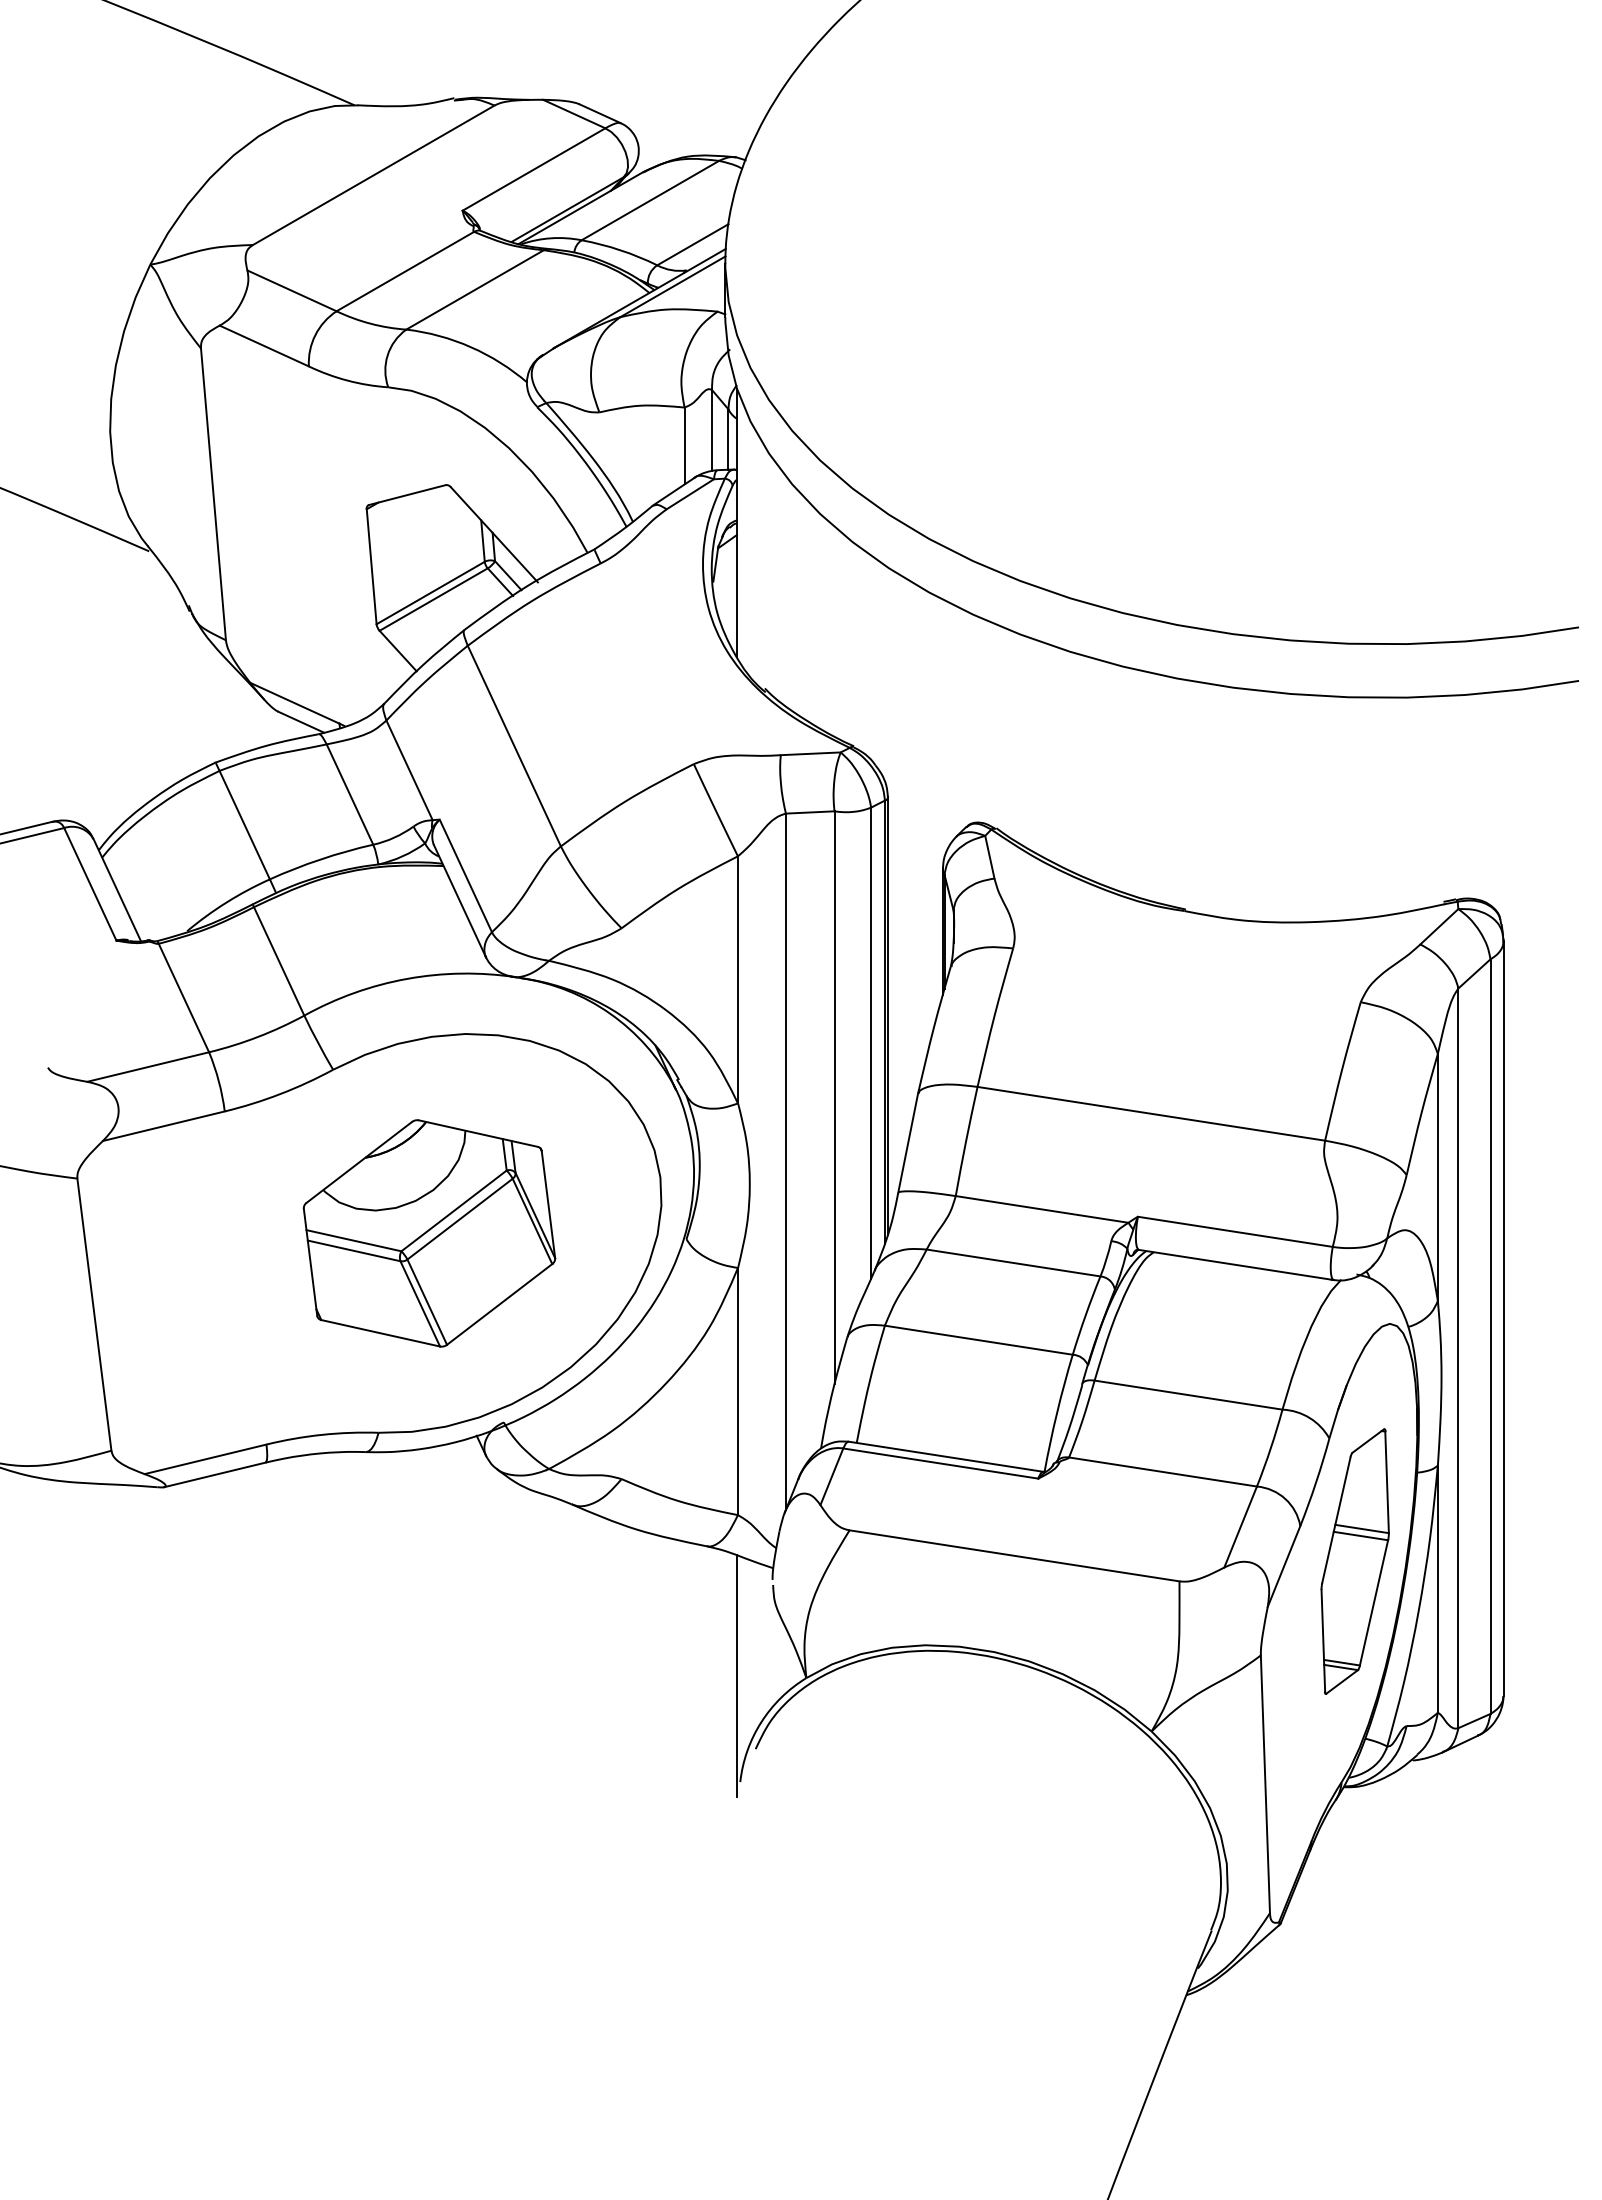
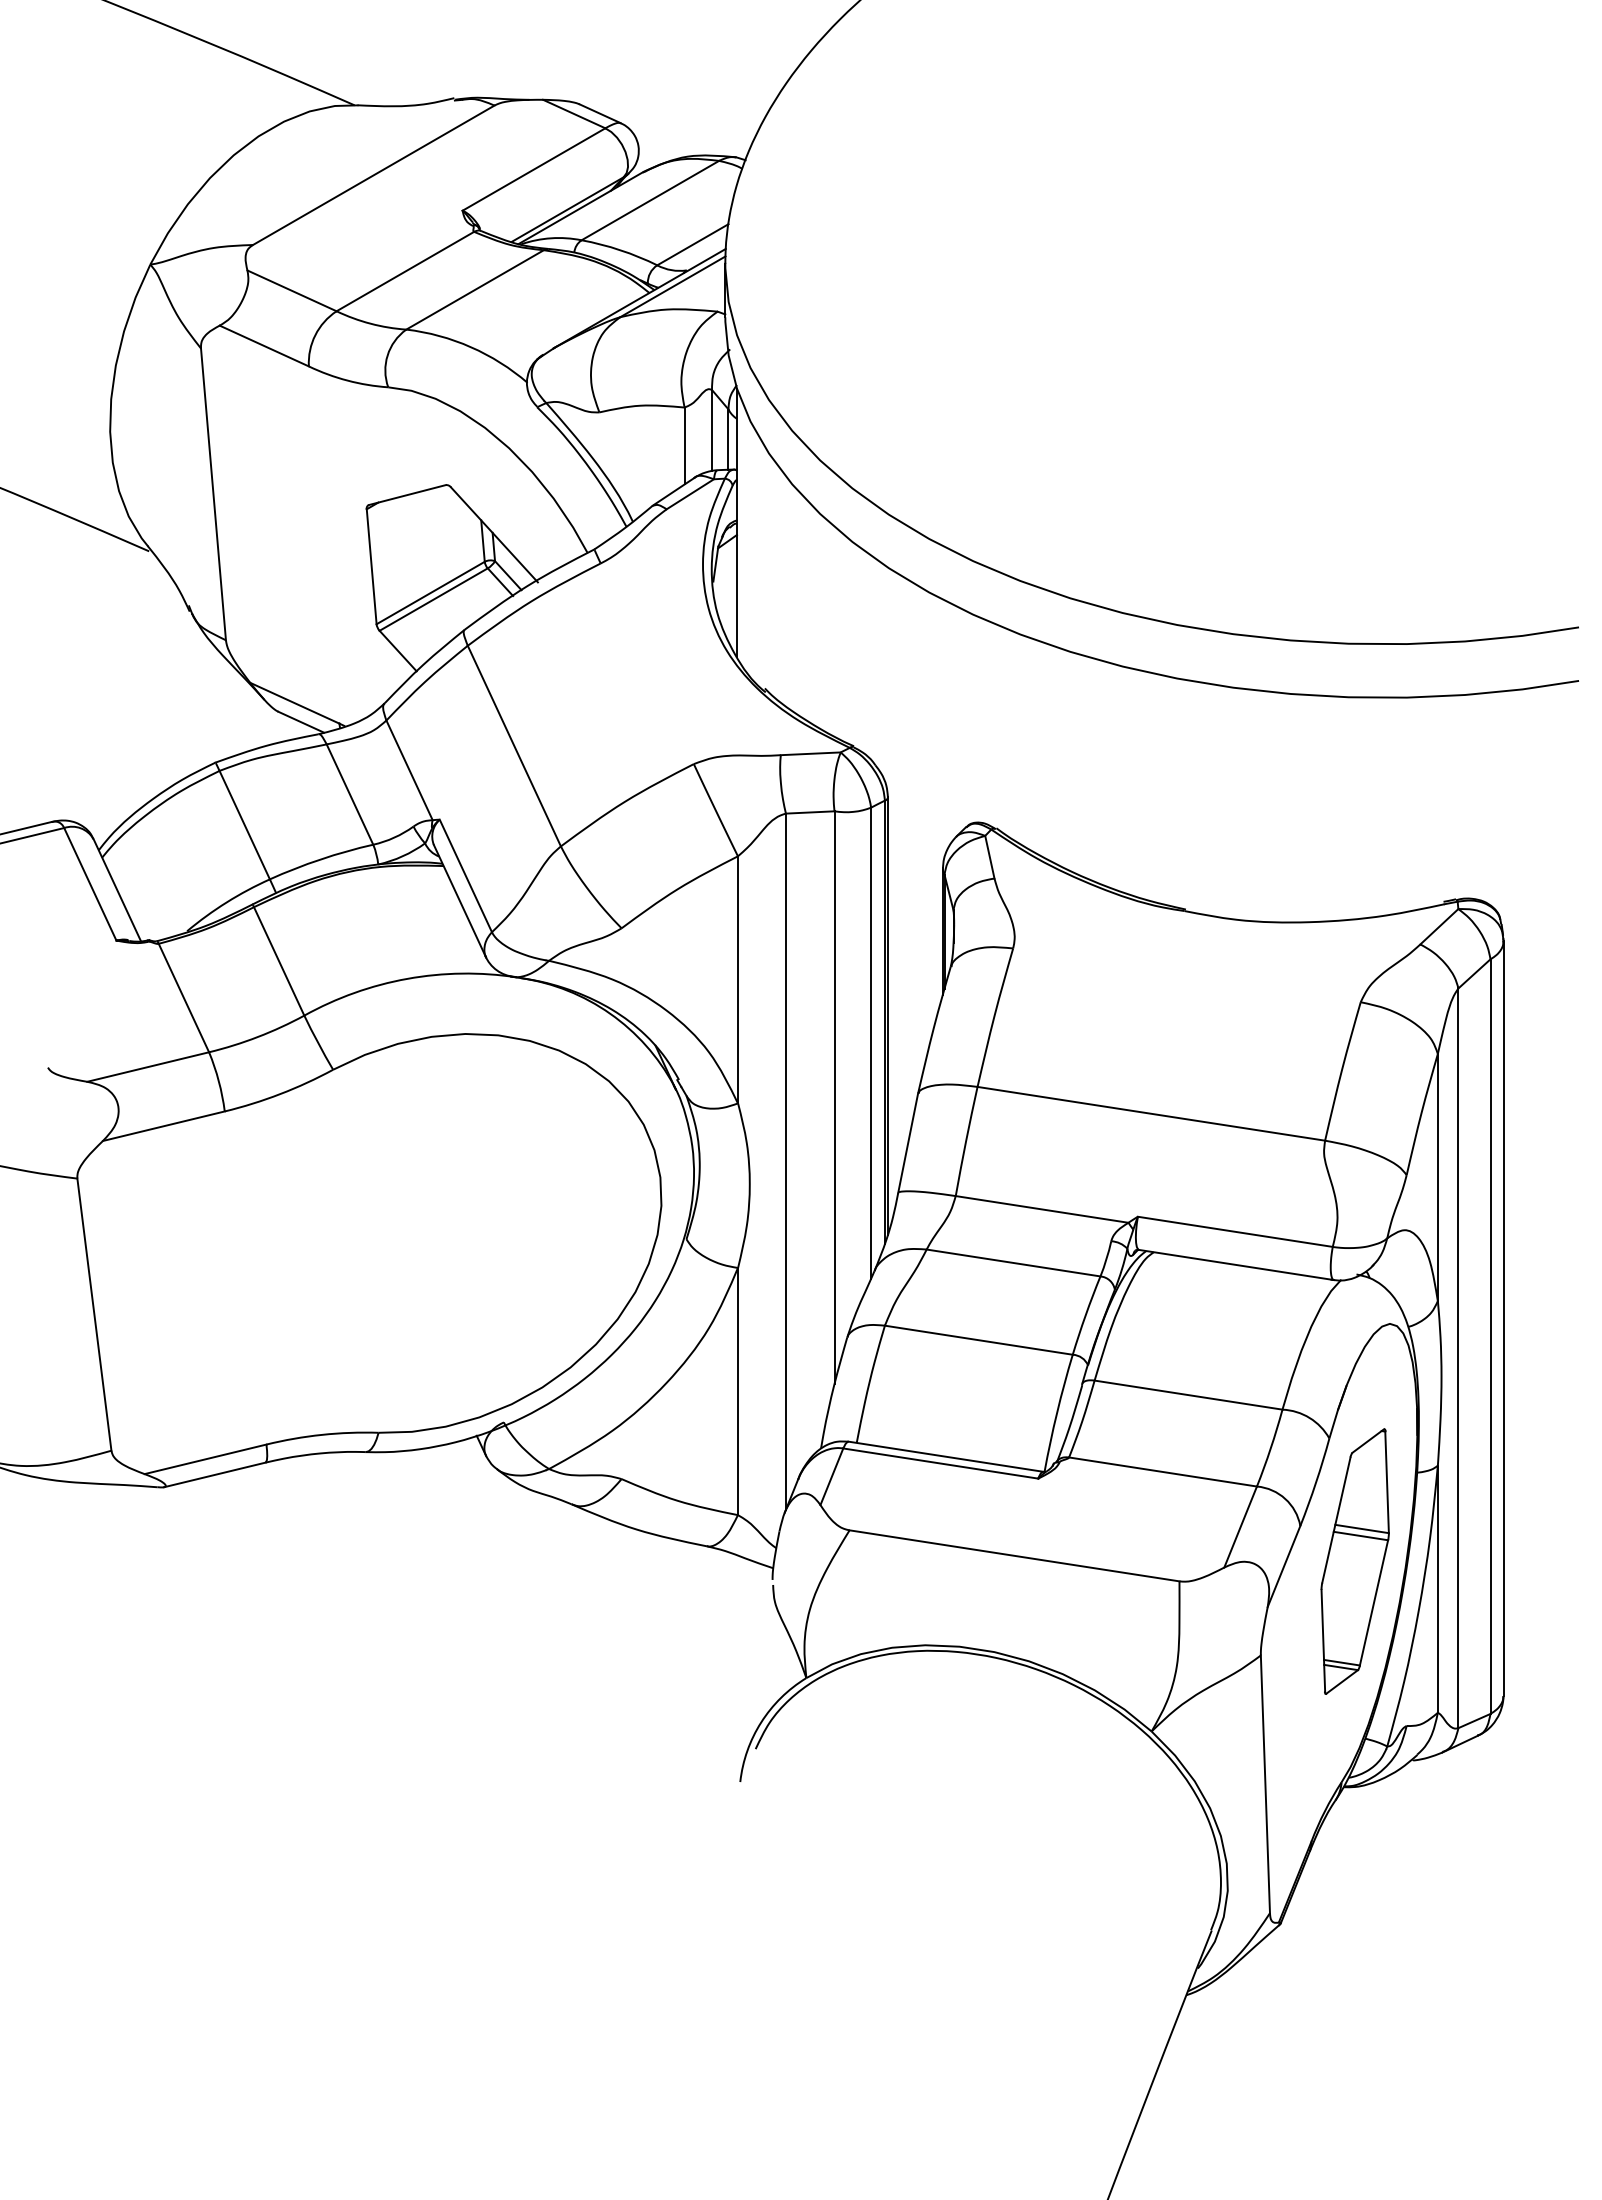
part at (429, 1233): present -> none
line at (736, 1676): present -> none
